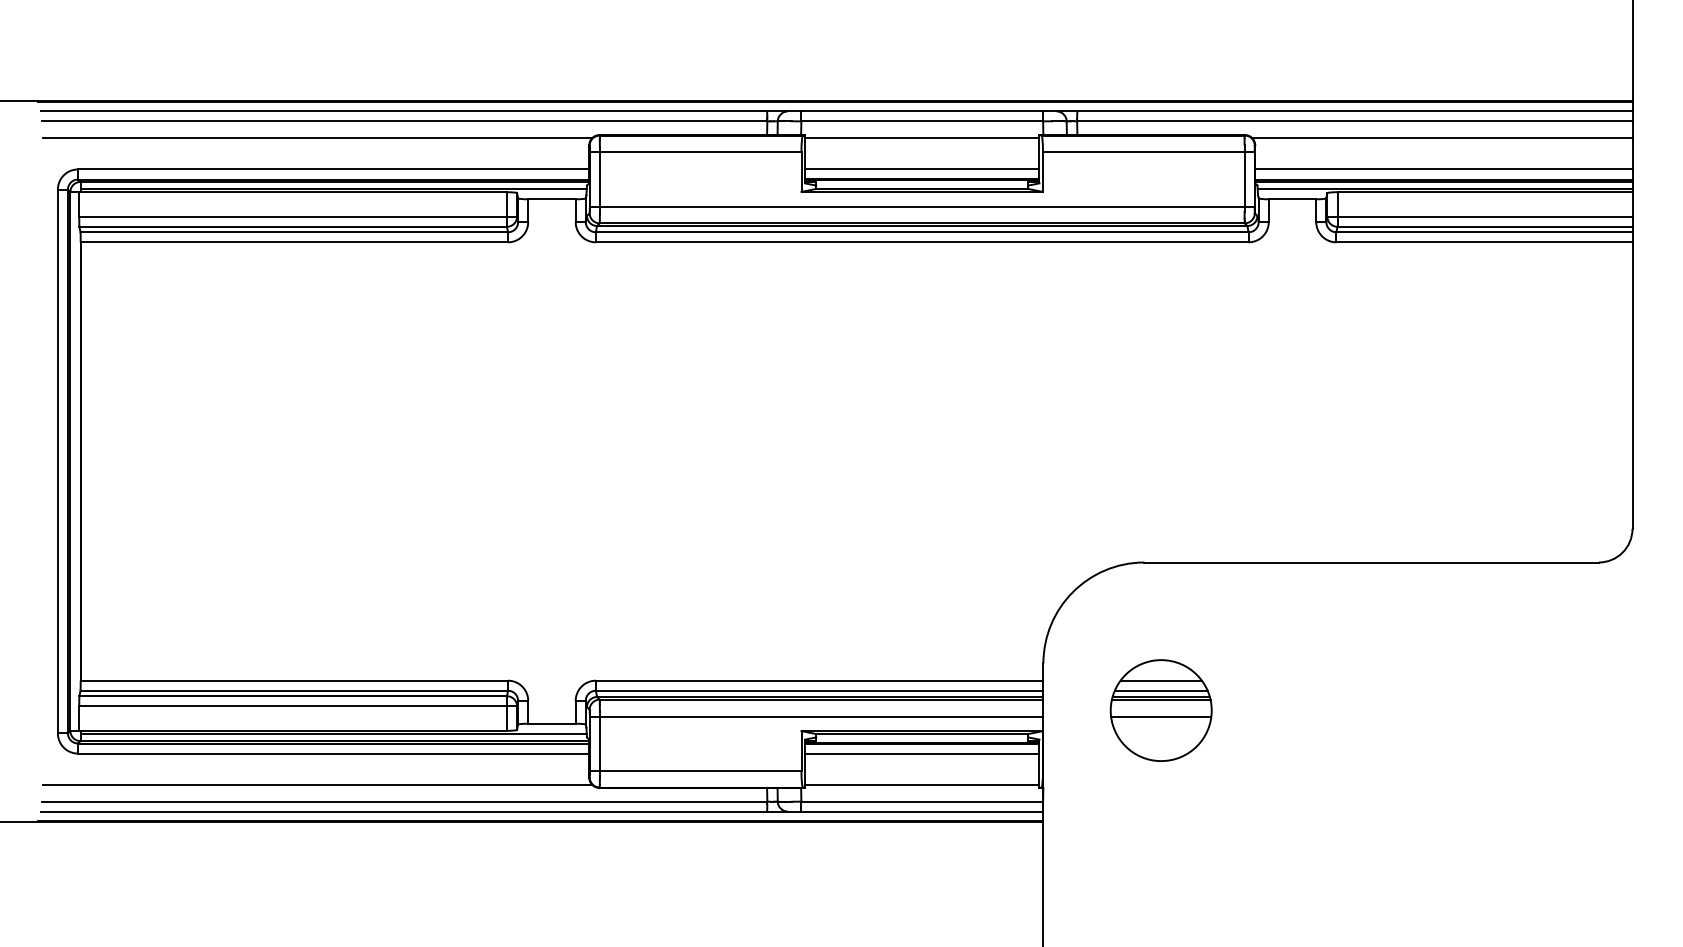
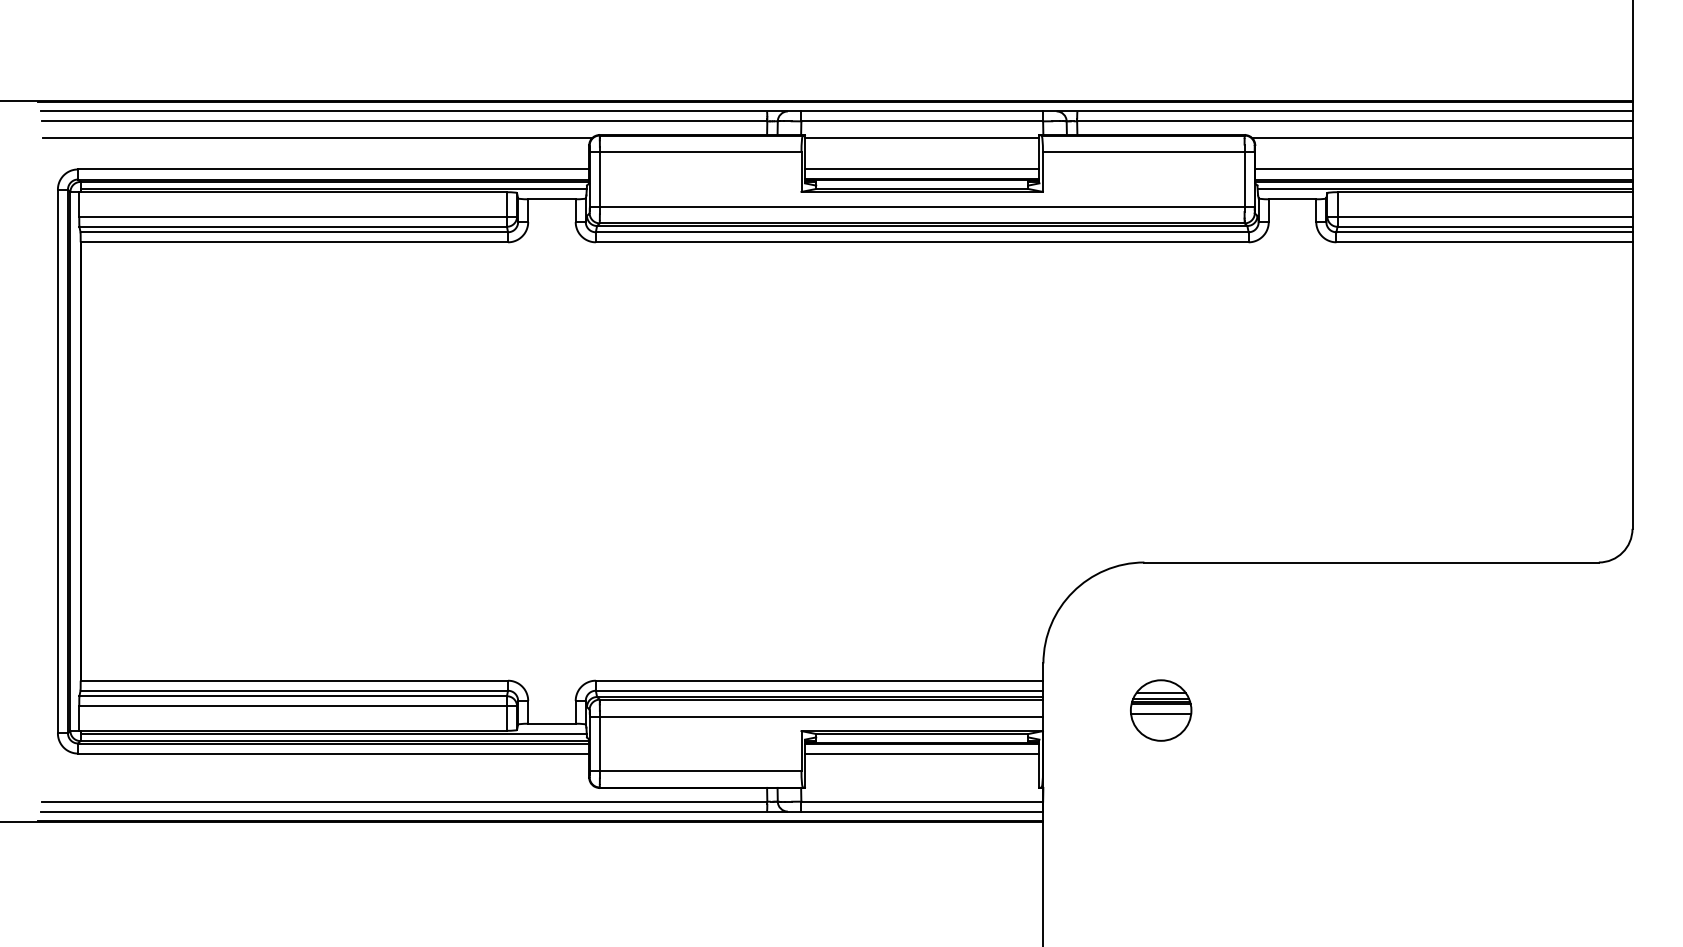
part at (1160, 710) size: 104x103 px -> 63x63 px
line at (317, 784): present -> none
line at (922, 784): present -> none
